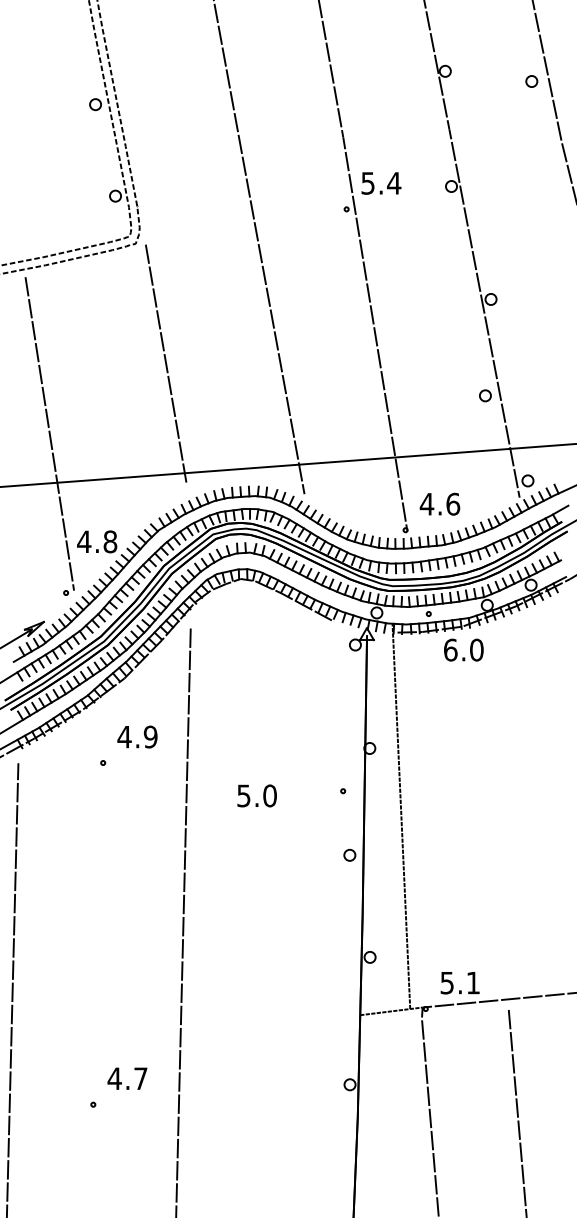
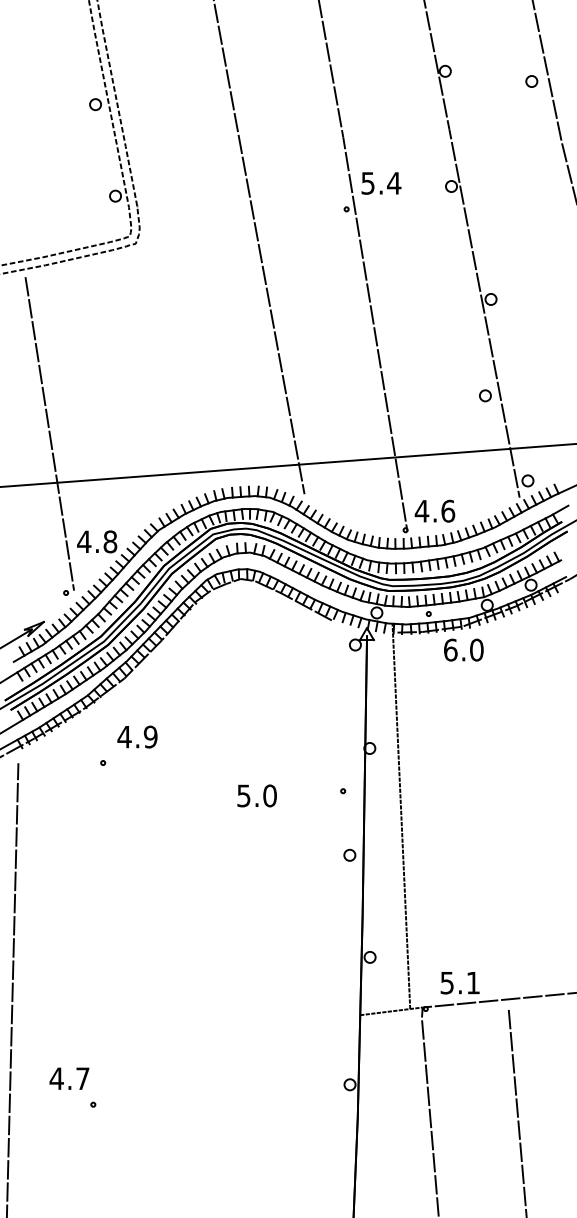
line at (165, 364): present -> none
text at (439, 503) position: (439, 503) -> (434, 510)
line at (183, 920): present -> none
text at (127, 1078) position: (127, 1078) -> (69, 1078)
